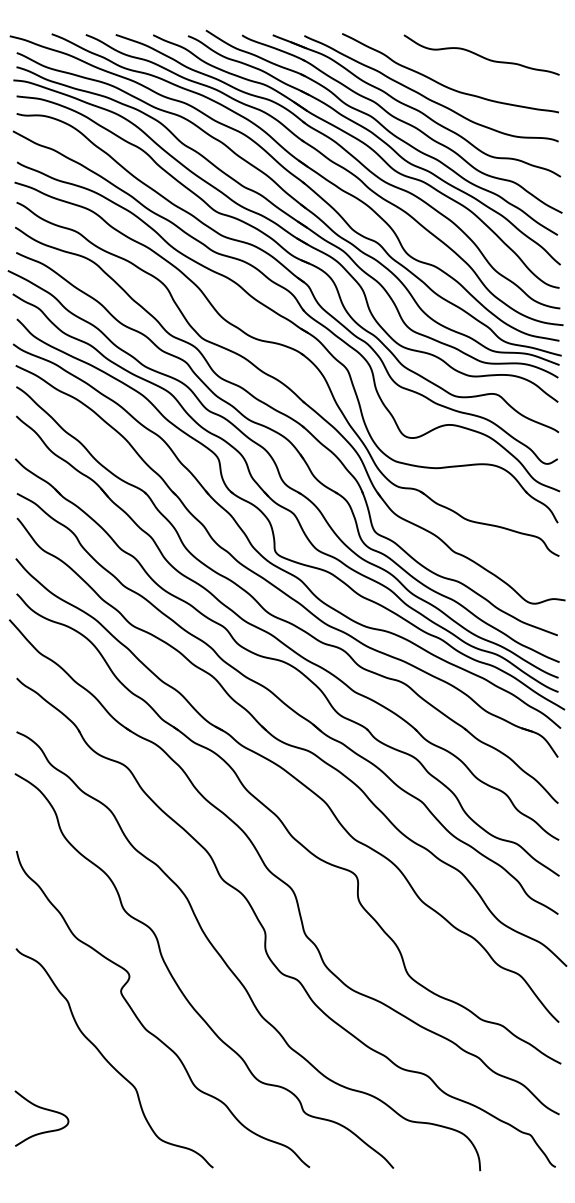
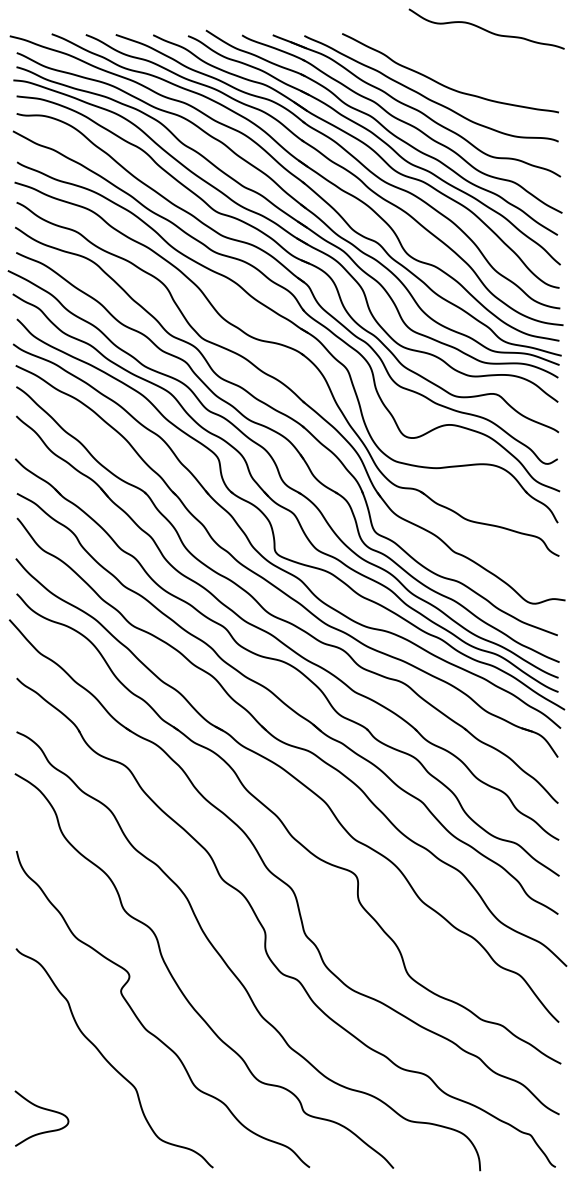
curve at (481, 55) position: (481, 55) -> (486, 29)
